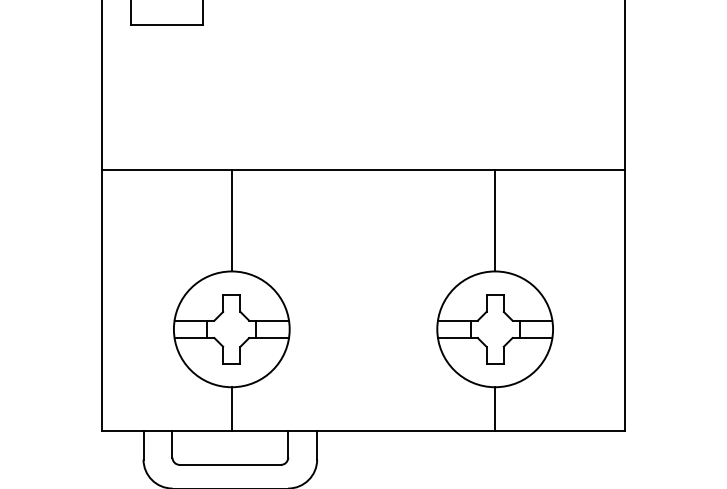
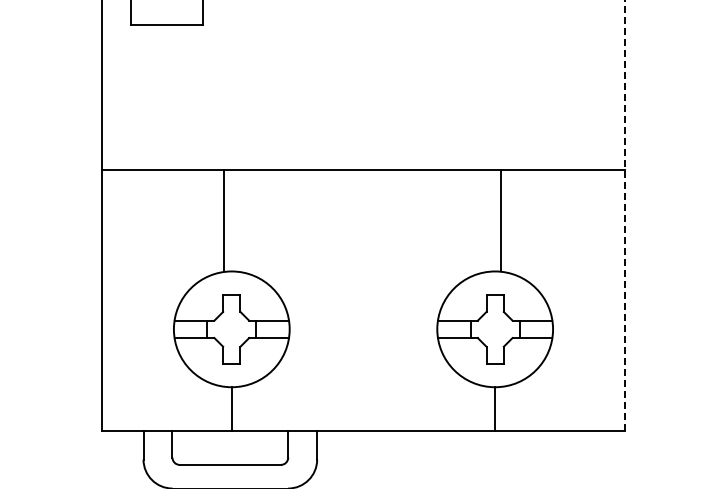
line at (625, 215): solid -> dashed
line at (231, 220) position: (231, 220) -> (223, 220)
line at (495, 220) position: (495, 220) -> (501, 220)
